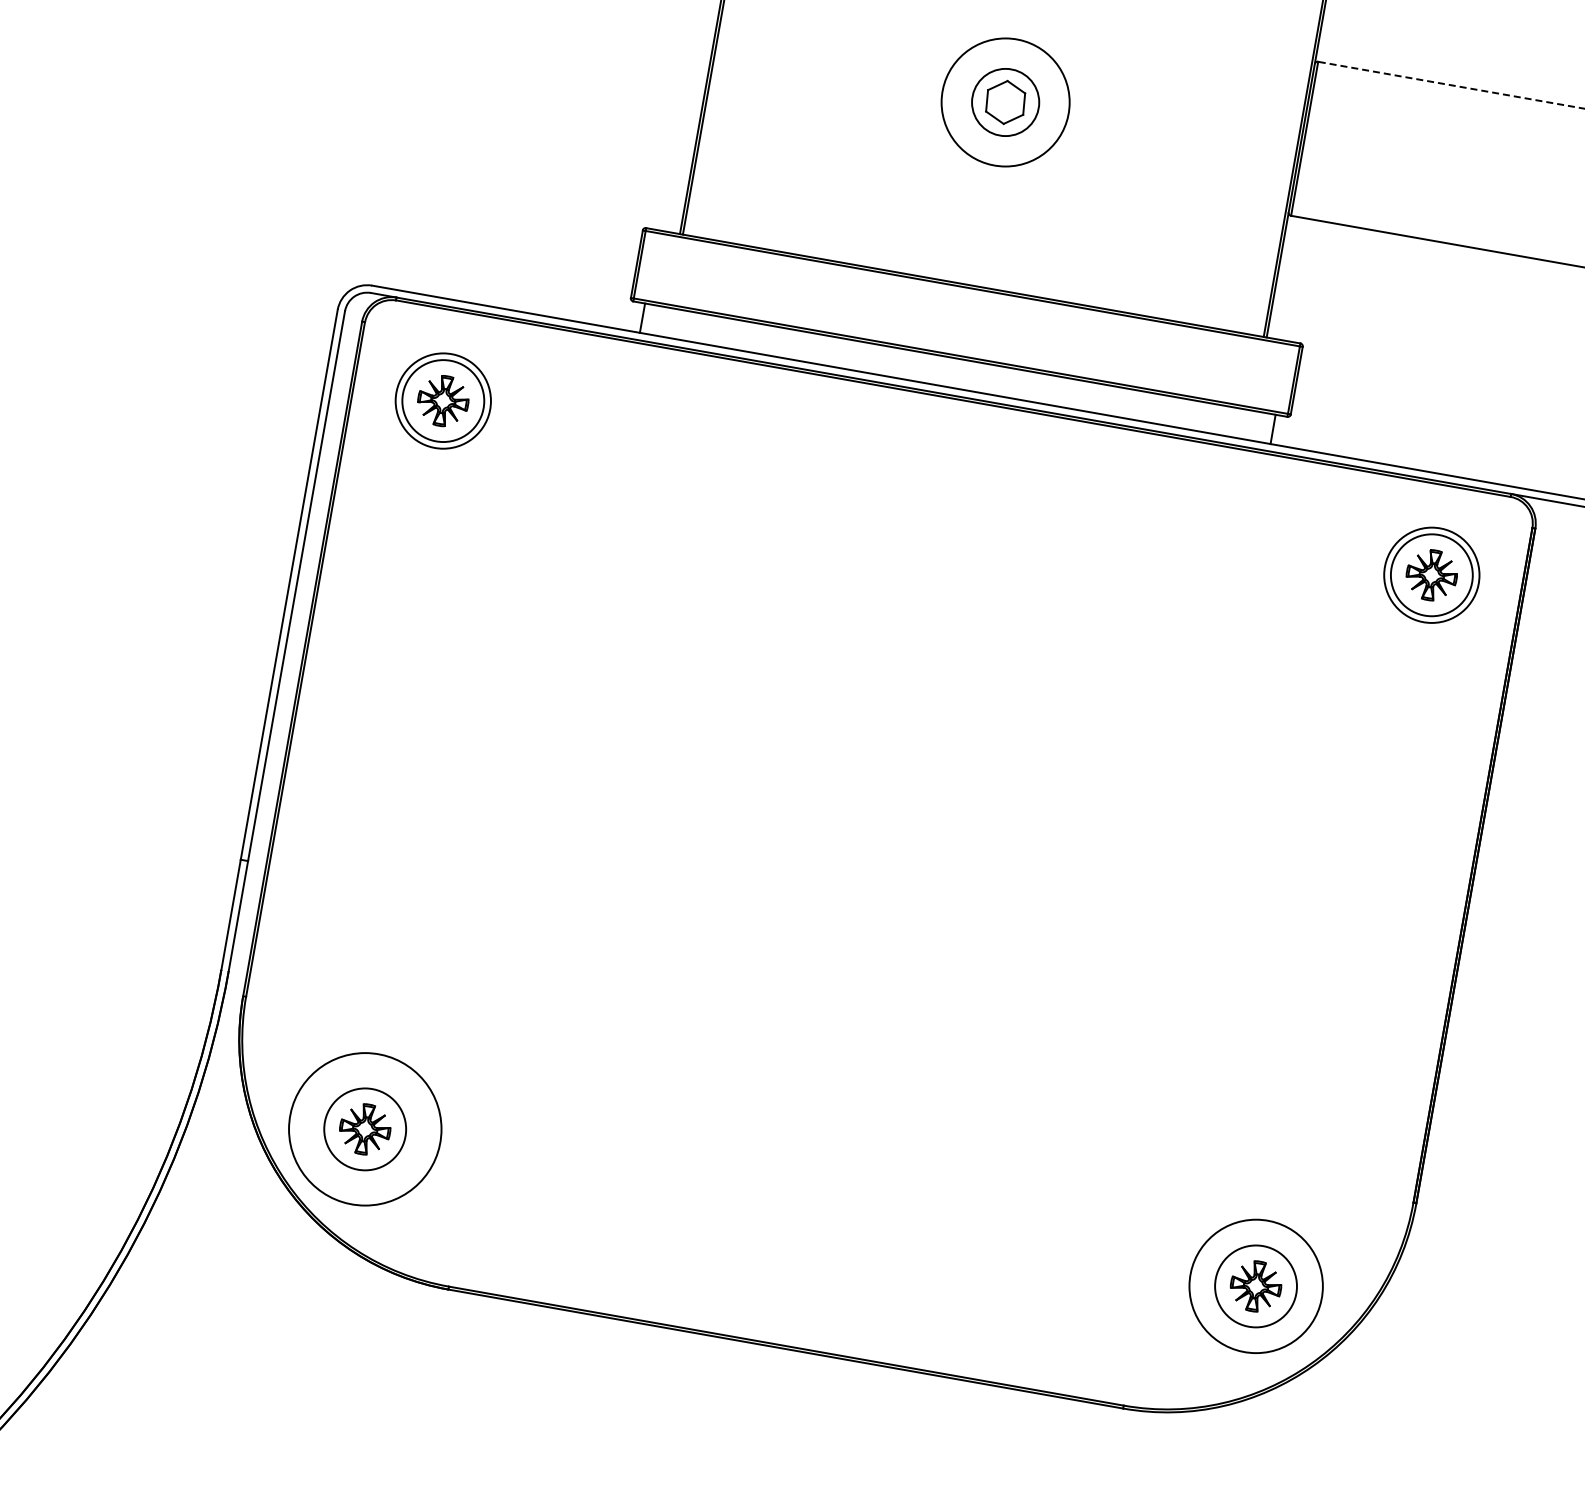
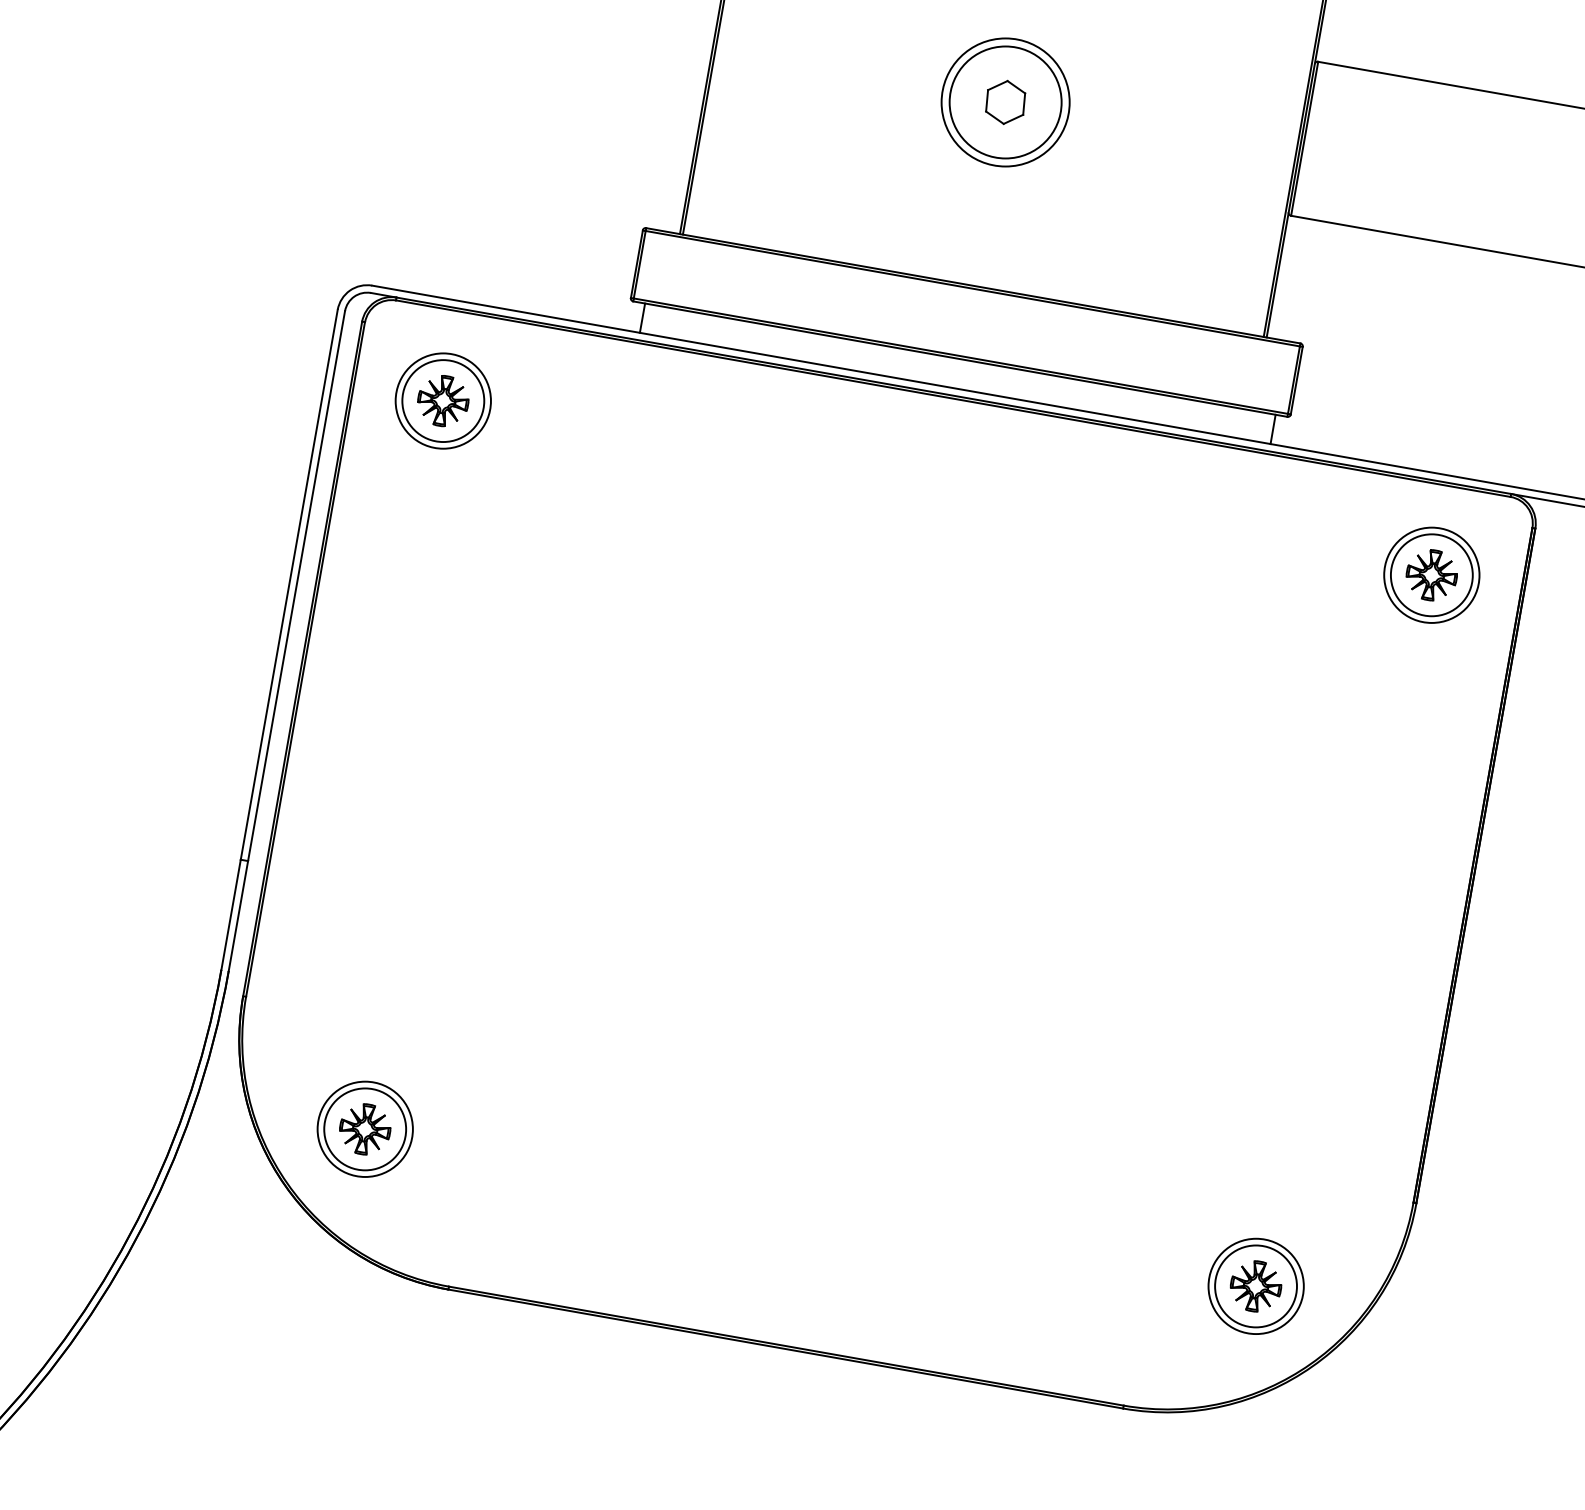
line at (1451, 85): dashed -> solid
circle at (1005, 102) diameter: 67 px -> 112 px
circle at (365, 1129) diameter: 152 px -> 95 px
circle at (1255, 1286) diameter: 133 px -> 95 px
